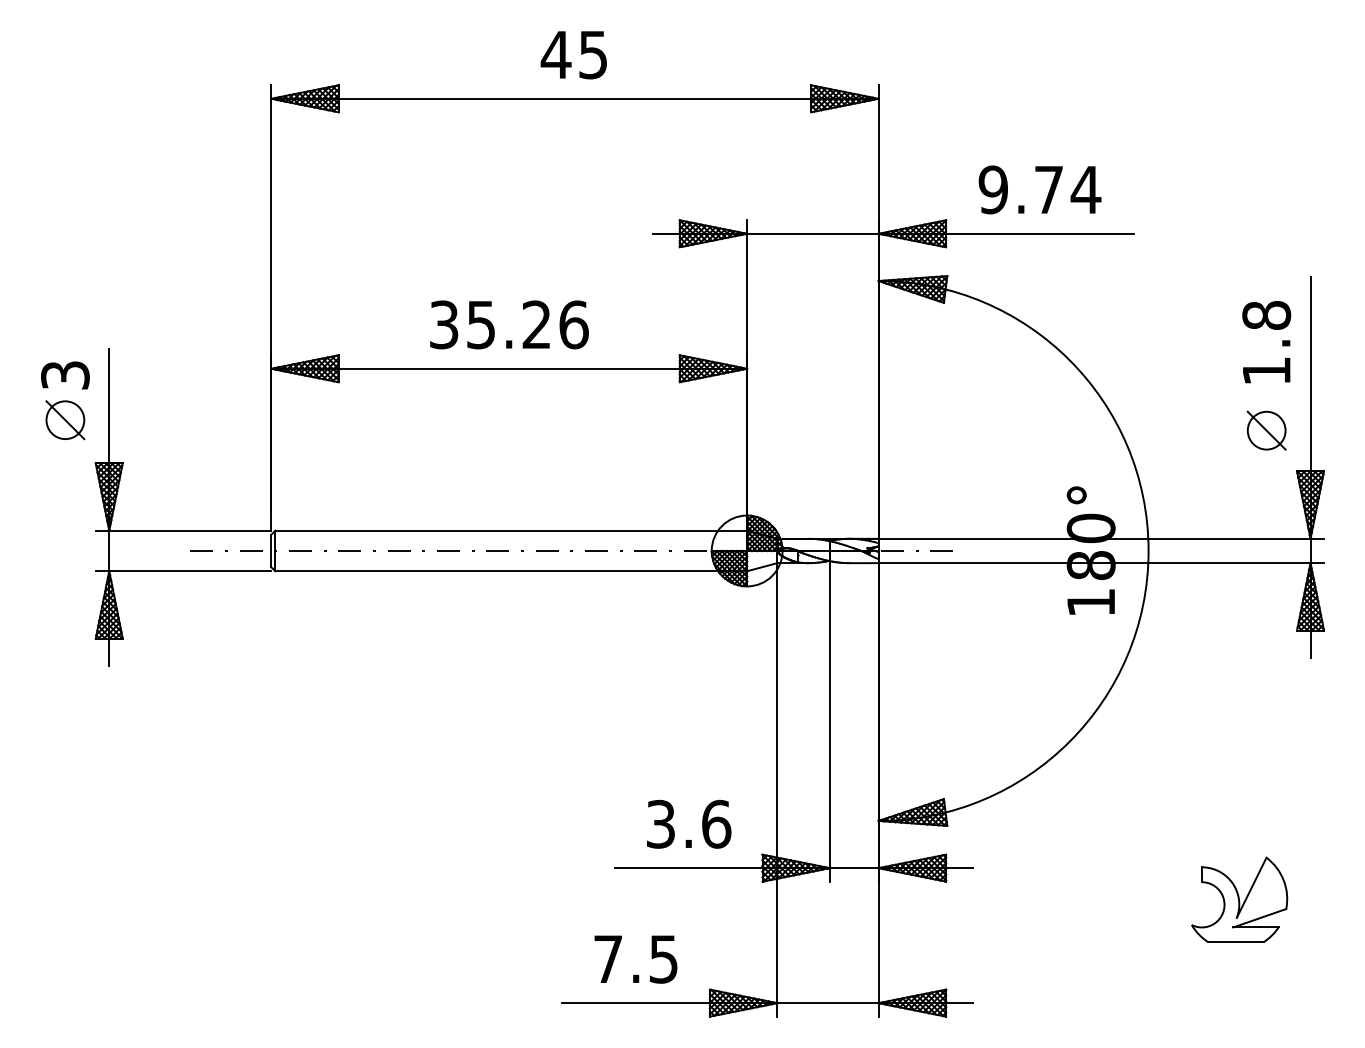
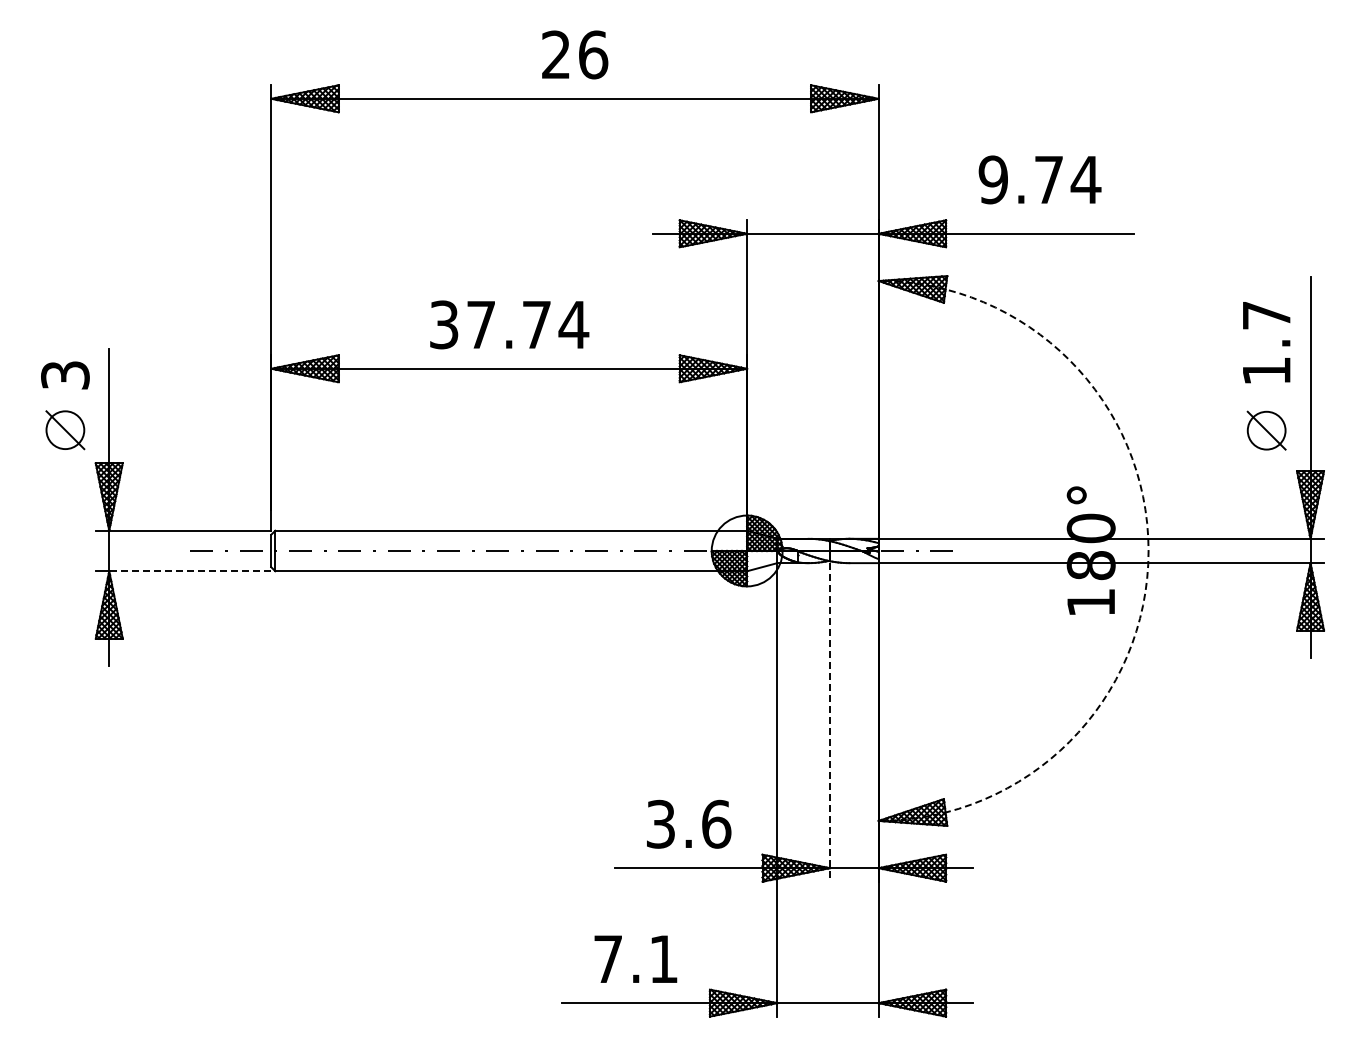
text at (574, 54): 45 -> 26
text at (1039, 189) position: (1039, 189) -> (1039, 179)
text at (1266, 315): 1.8 -> 1.7
text at (528, 324): 35.26 -> 37.74
part at (65, 420) position: (65, 420) -> (65, 430)
arc at (1148, 550): solid -> dashed
line at (190, 571): solid -> dashed
line at (830, 722): solid -> dashed
part at (1239, 899): present -> none
text at (663, 959): 7.5 -> 7.1
